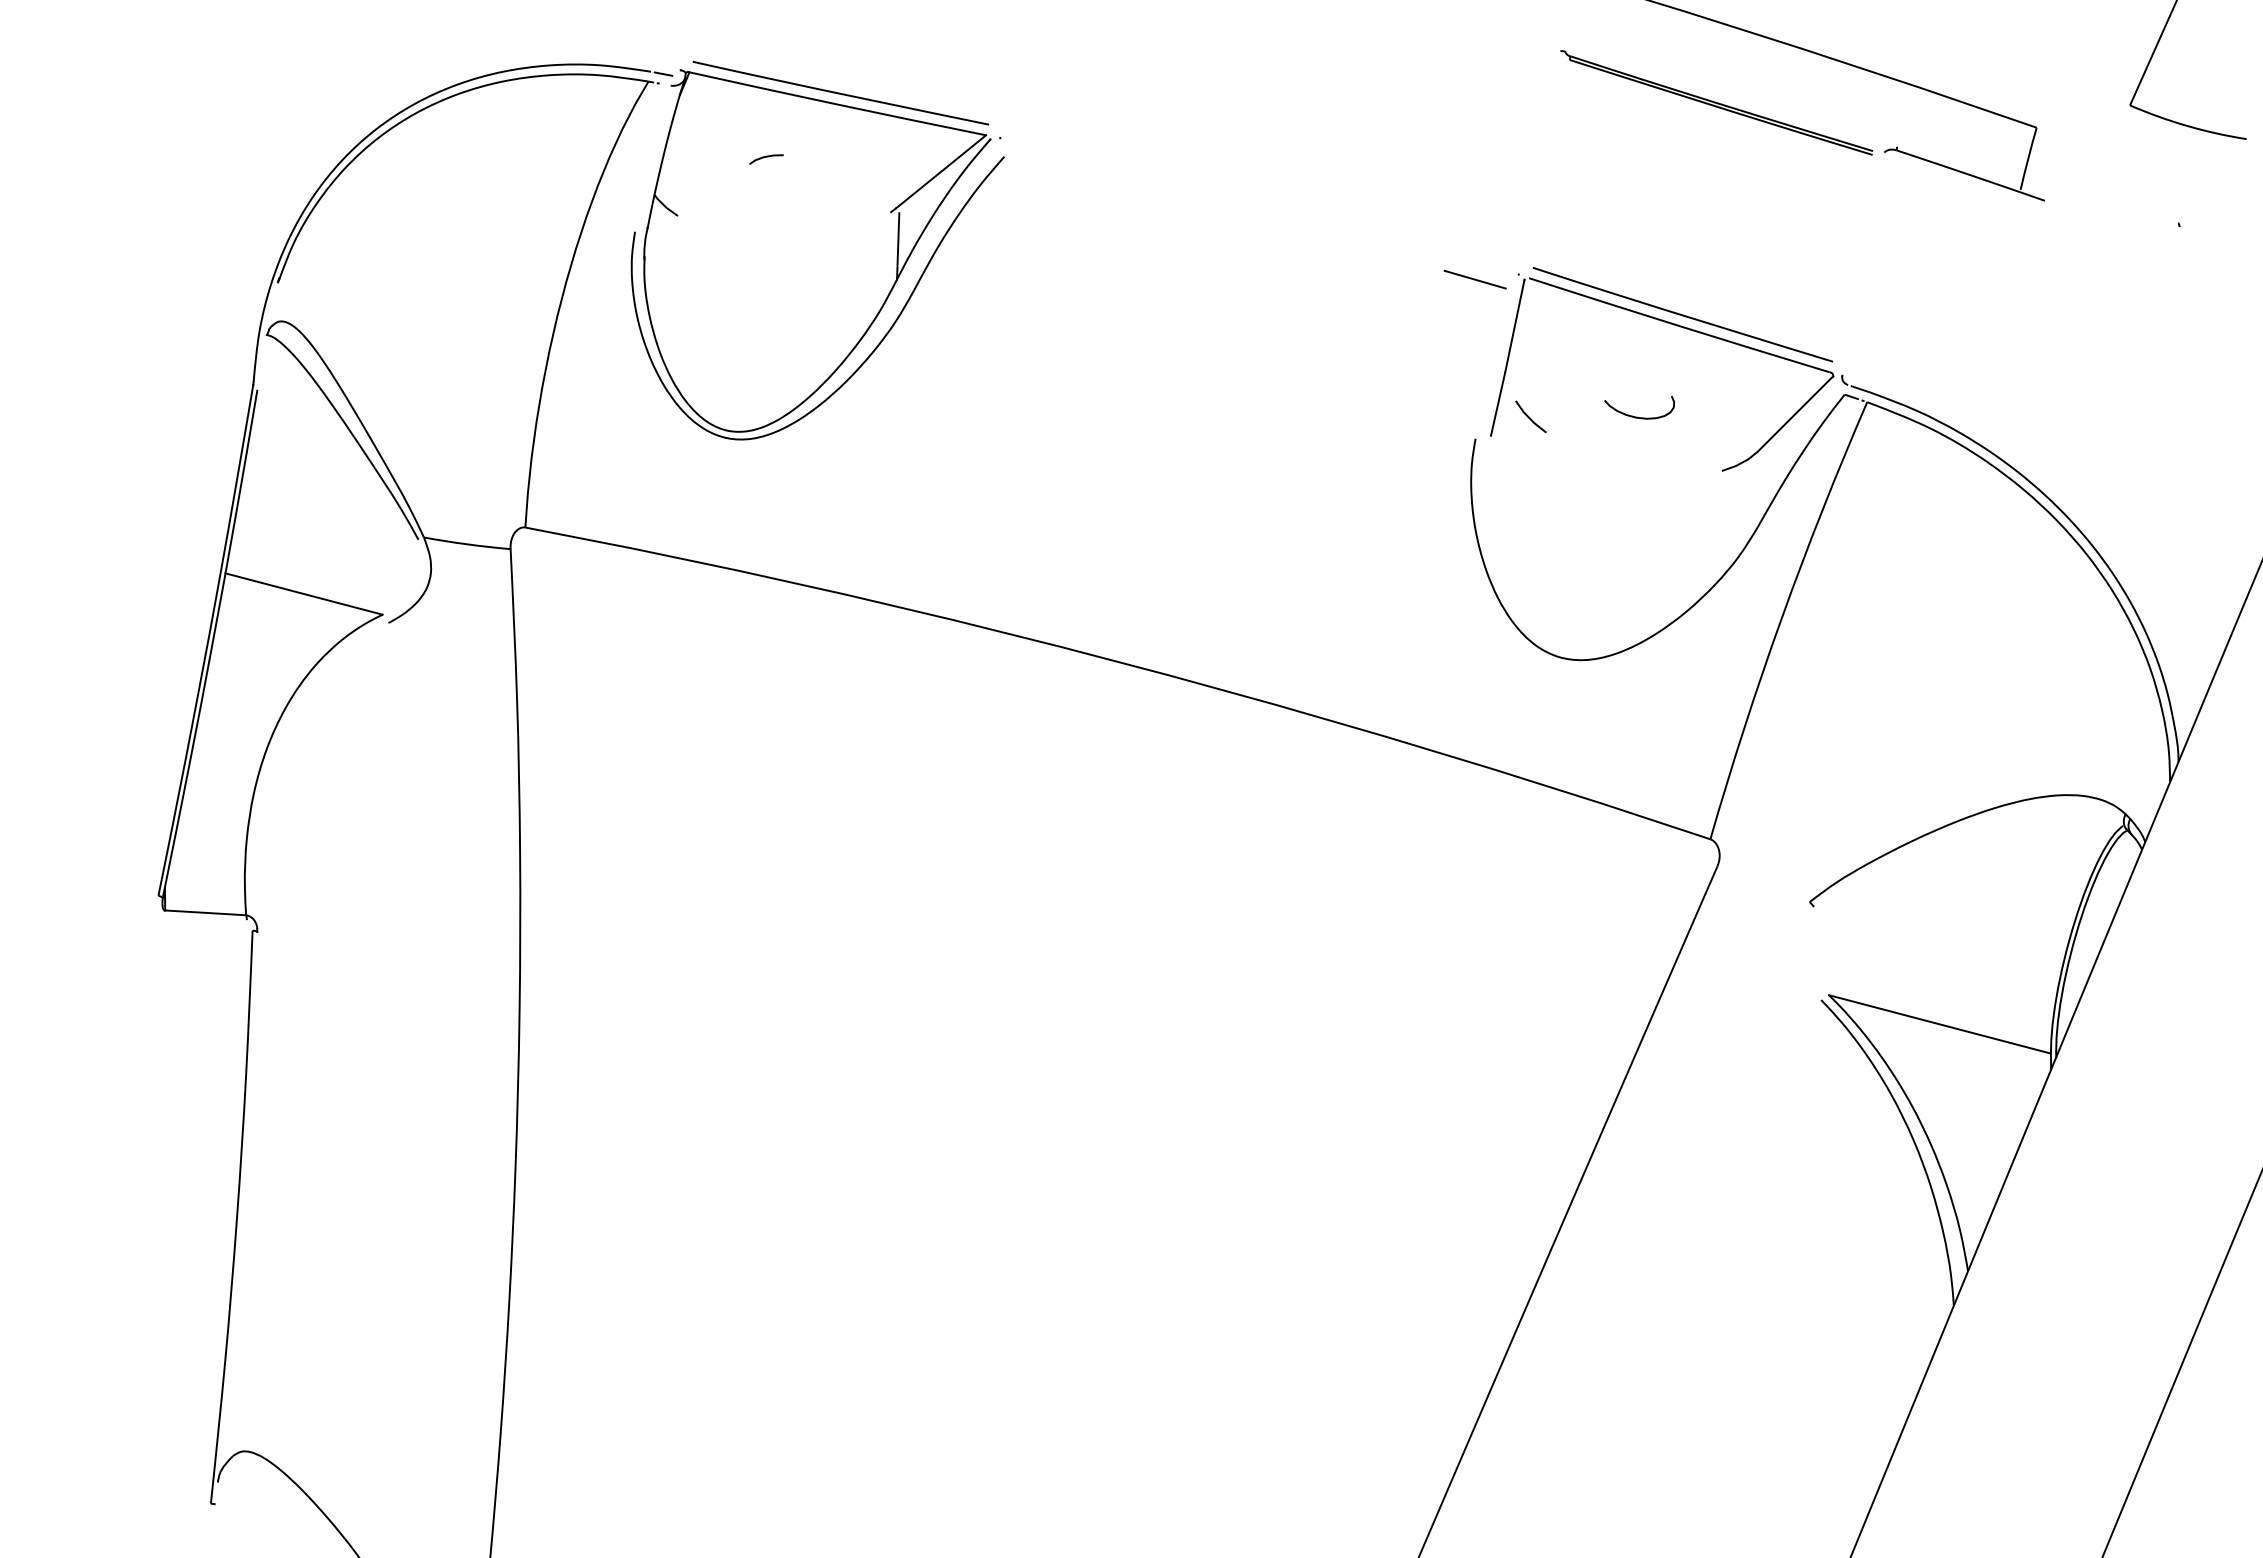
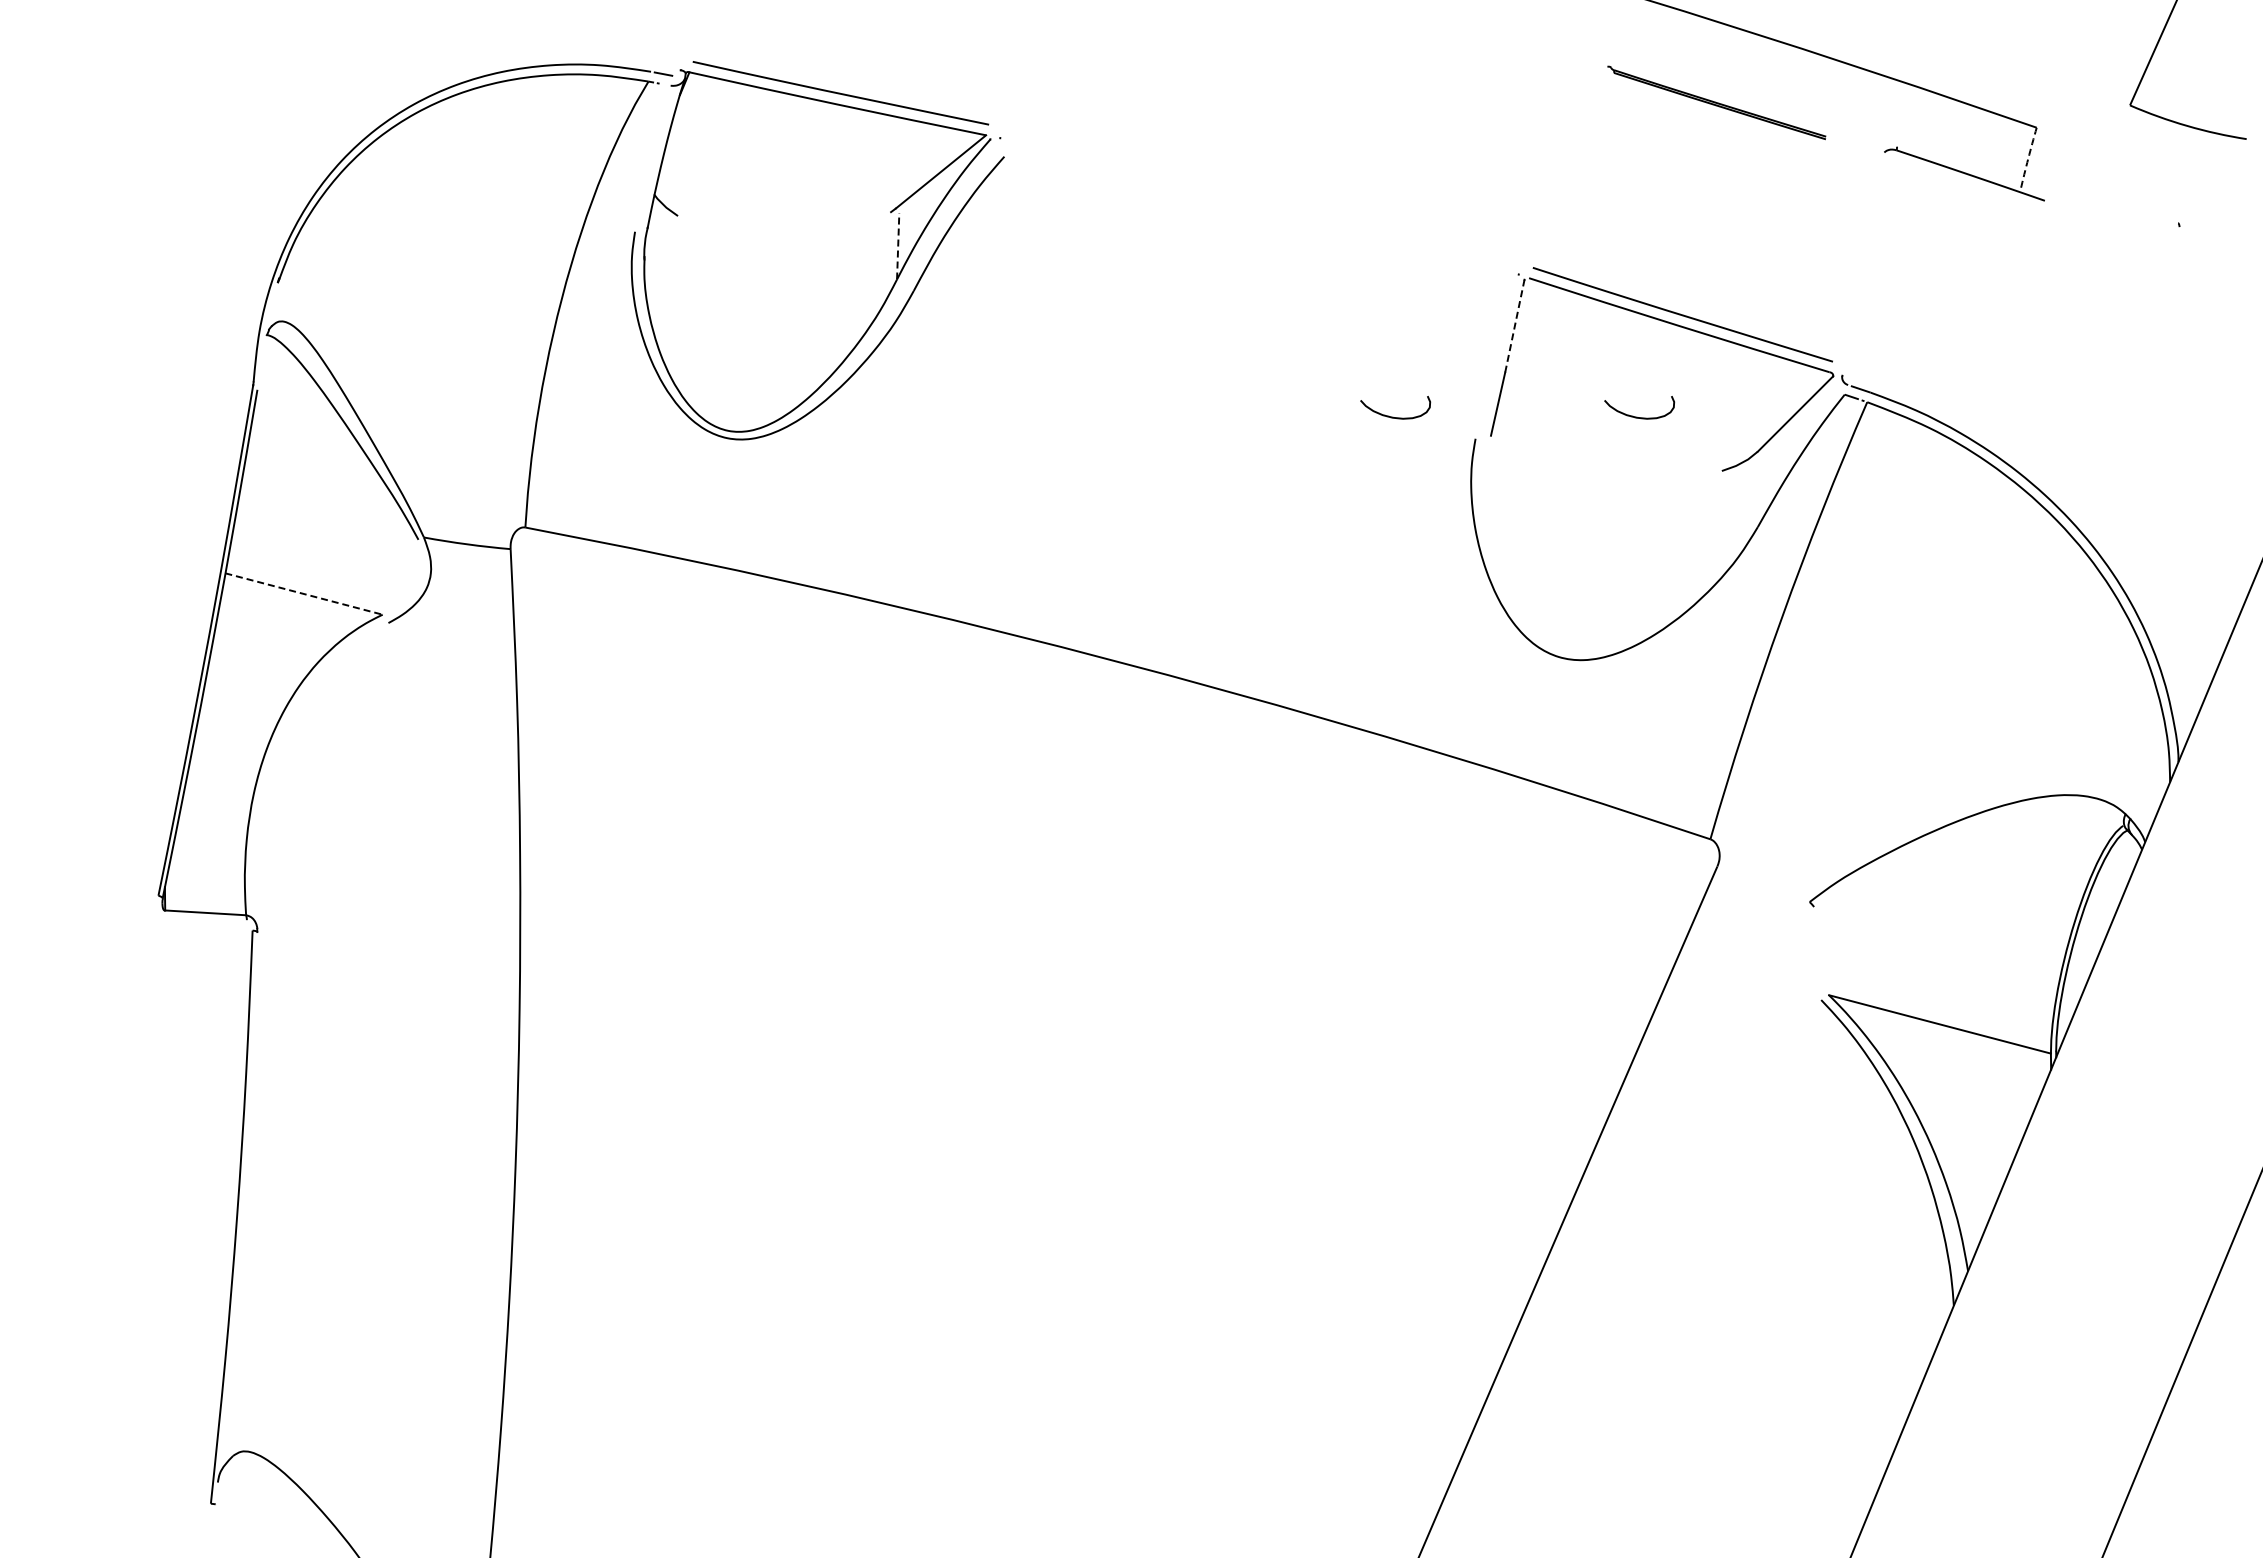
part at (1716, 102) size: 314x106 px -> 220x76 px
line at (766, 157): present -> none
arc at (2028, 158): solid -> dashed
line at (898, 245): solid -> dashed
line at (1474, 279): present -> none
line at (1514, 325): solid -> dashed
curve at (1393, 416): none -> present
line at (1529, 416): present -> none
line at (304, 594): solid -> dashed
